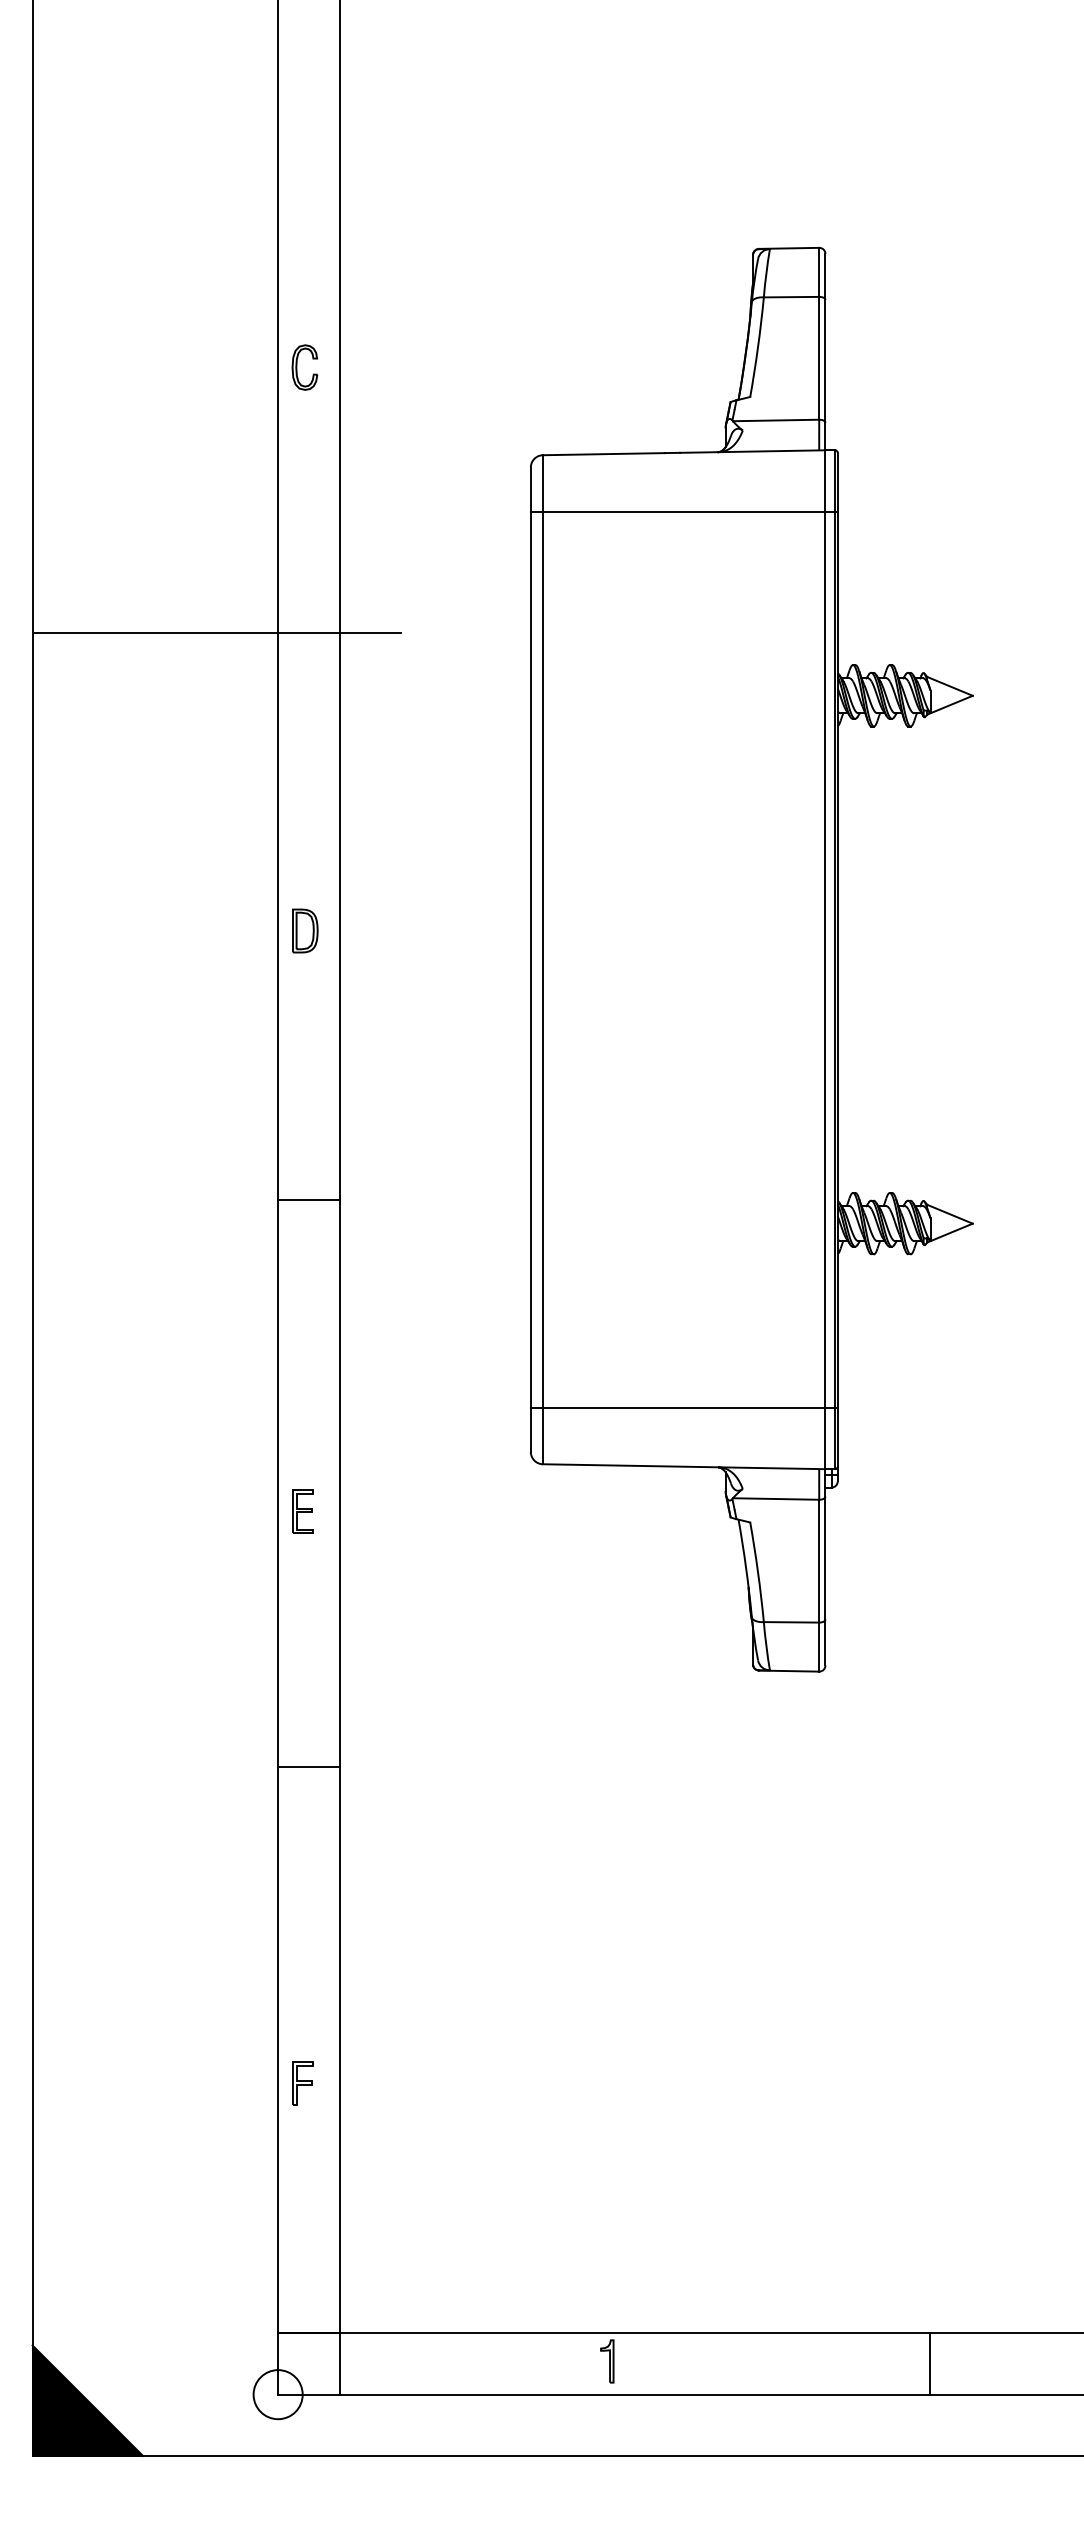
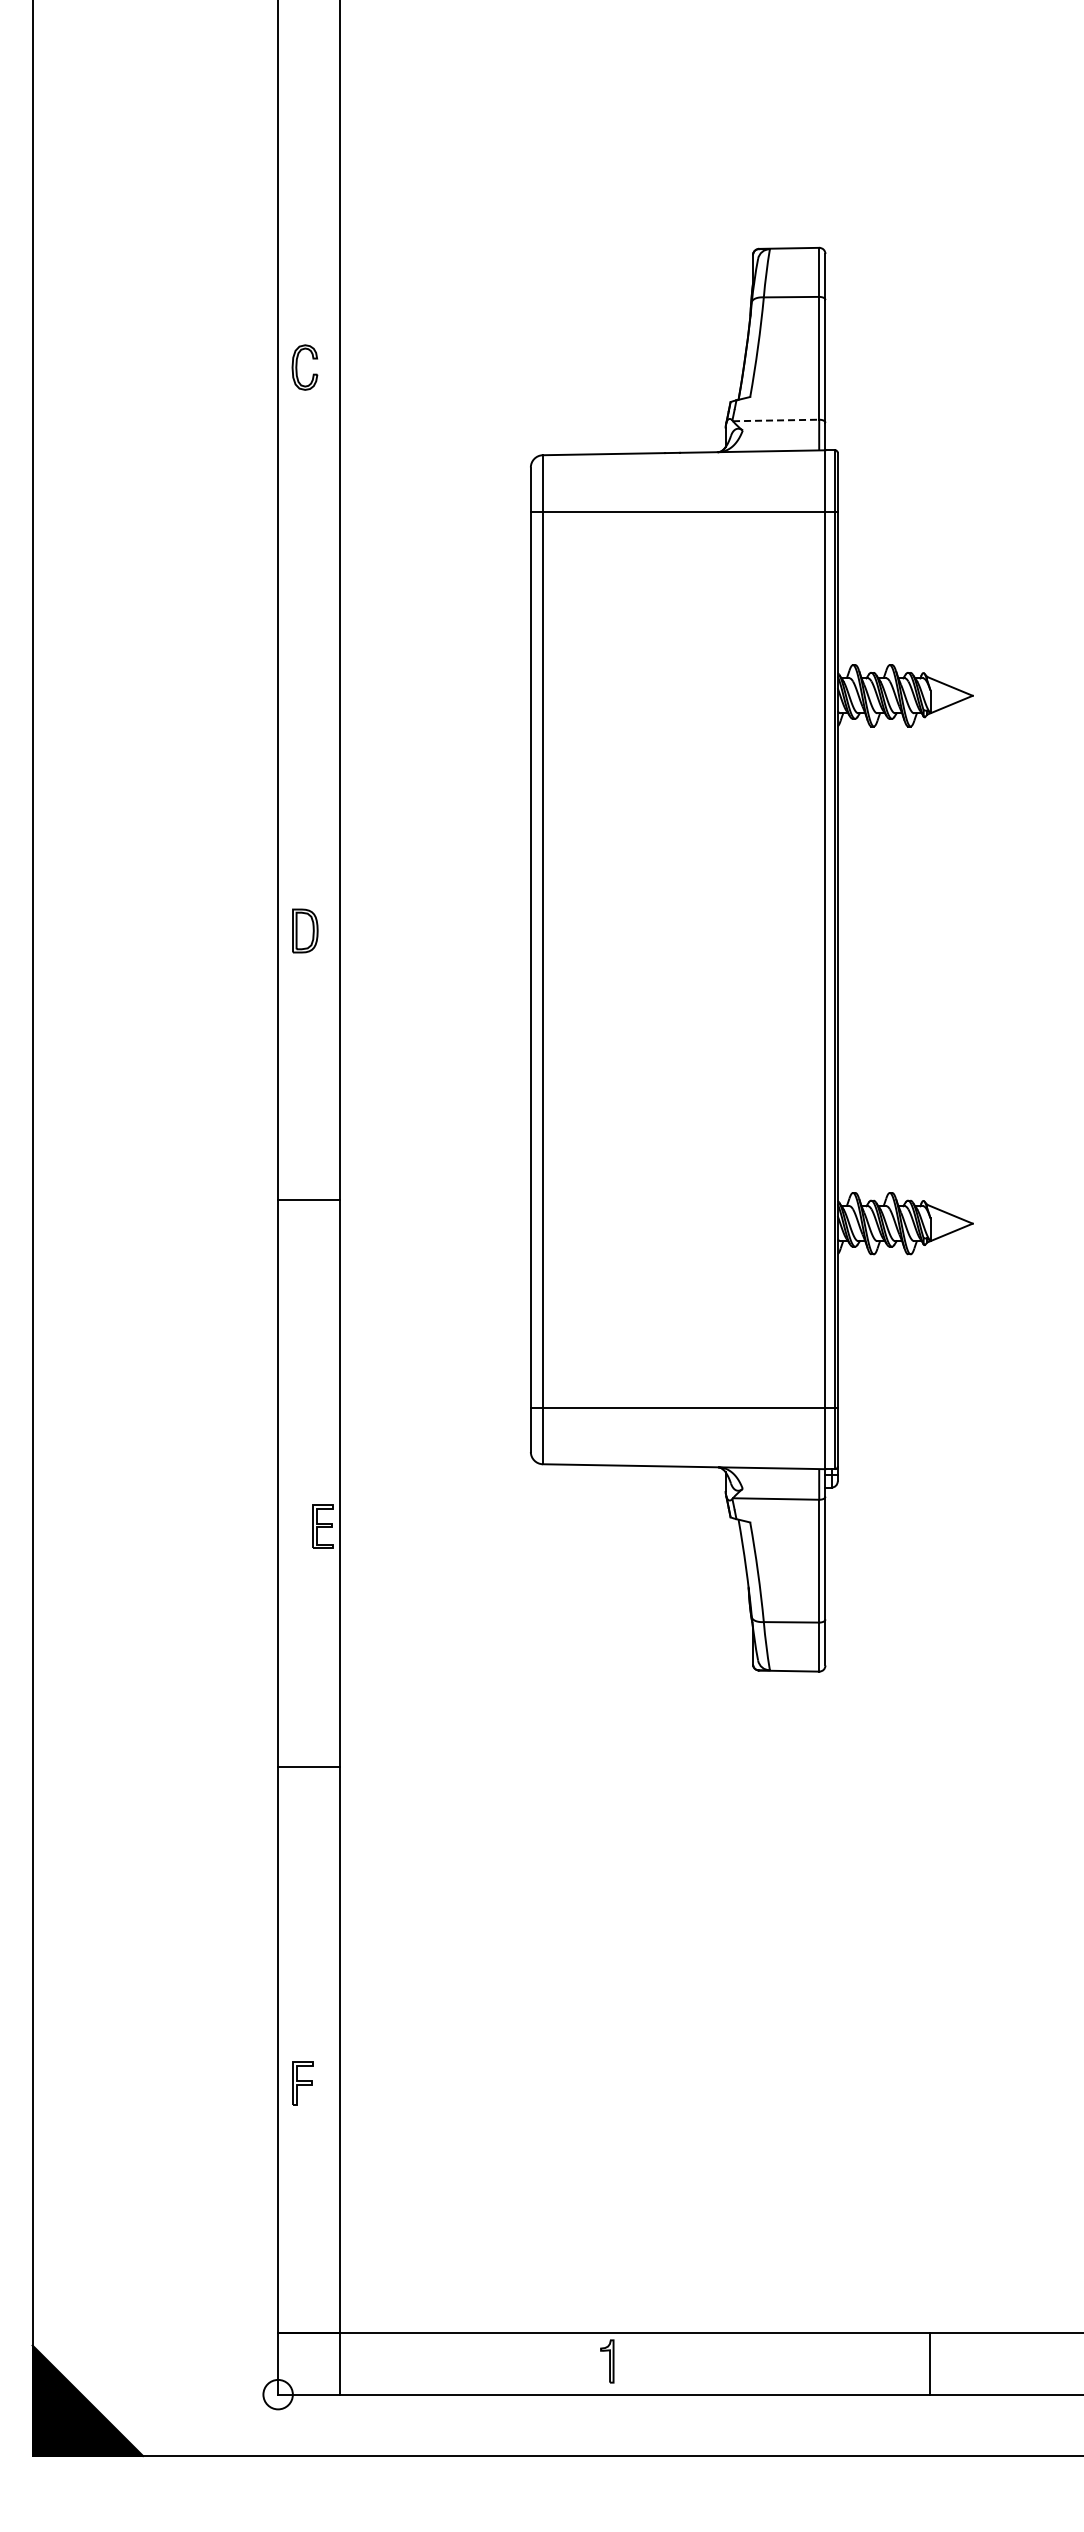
line at (776, 420): solid -> dashed
line at (216, 633): present -> none
part at (302, 1511) position: (302, 1511) -> (322, 1526)
circle at (277, 2394) diameter: 49 px -> 29 px
